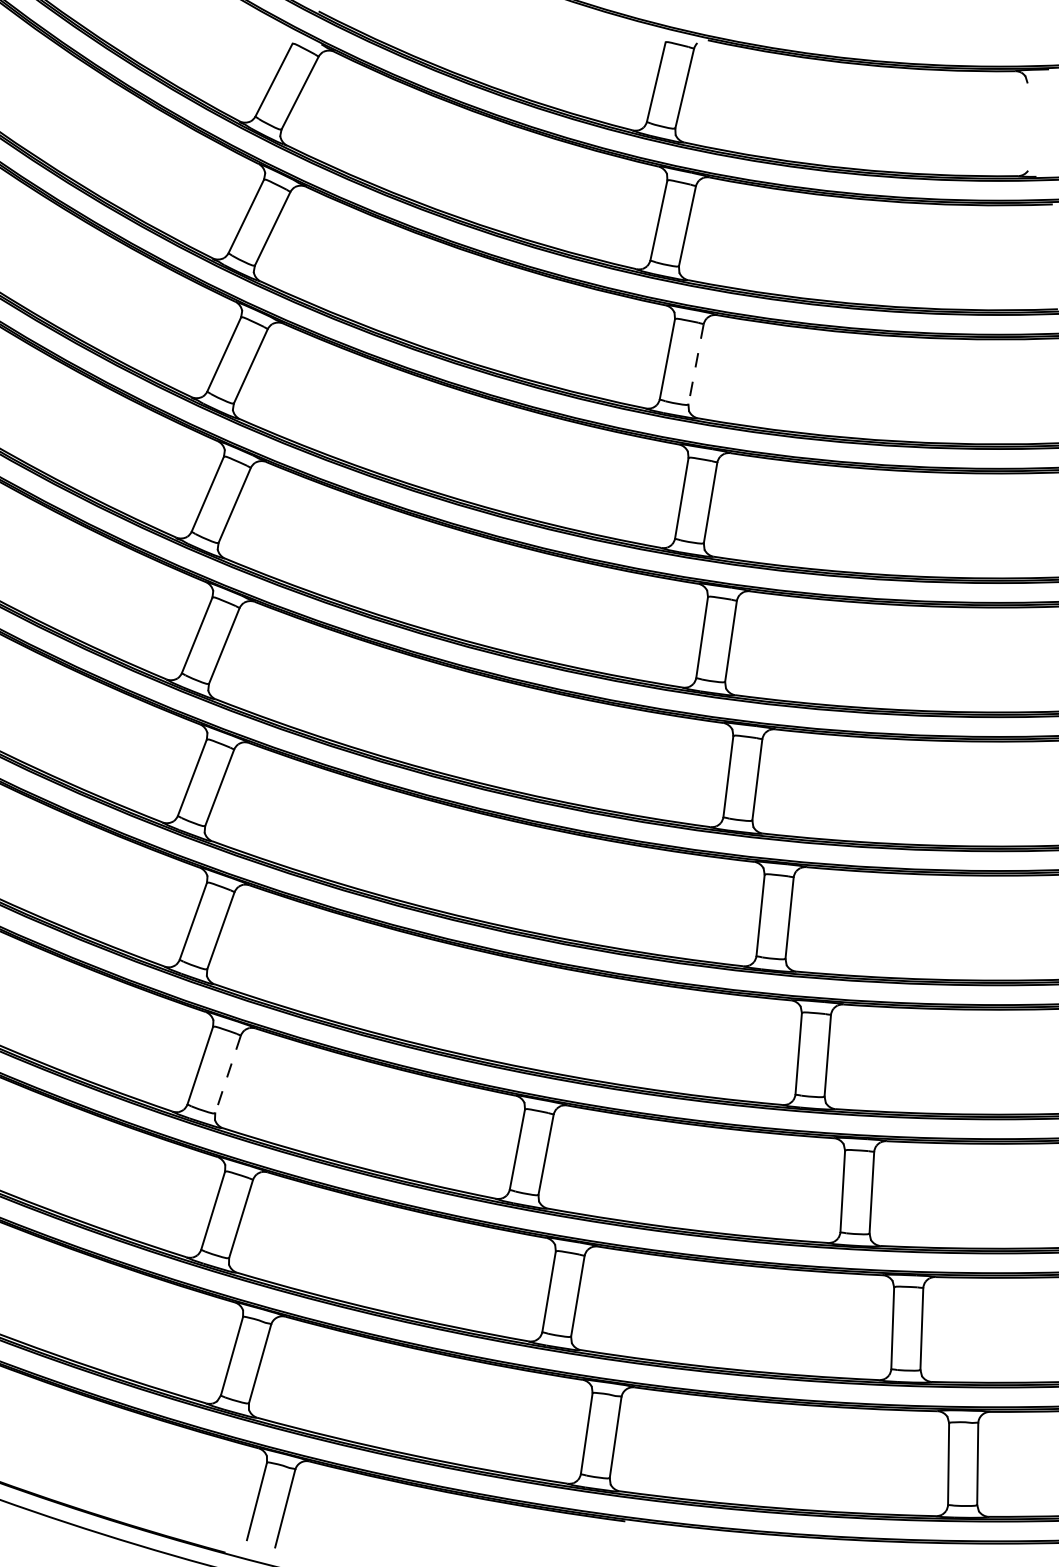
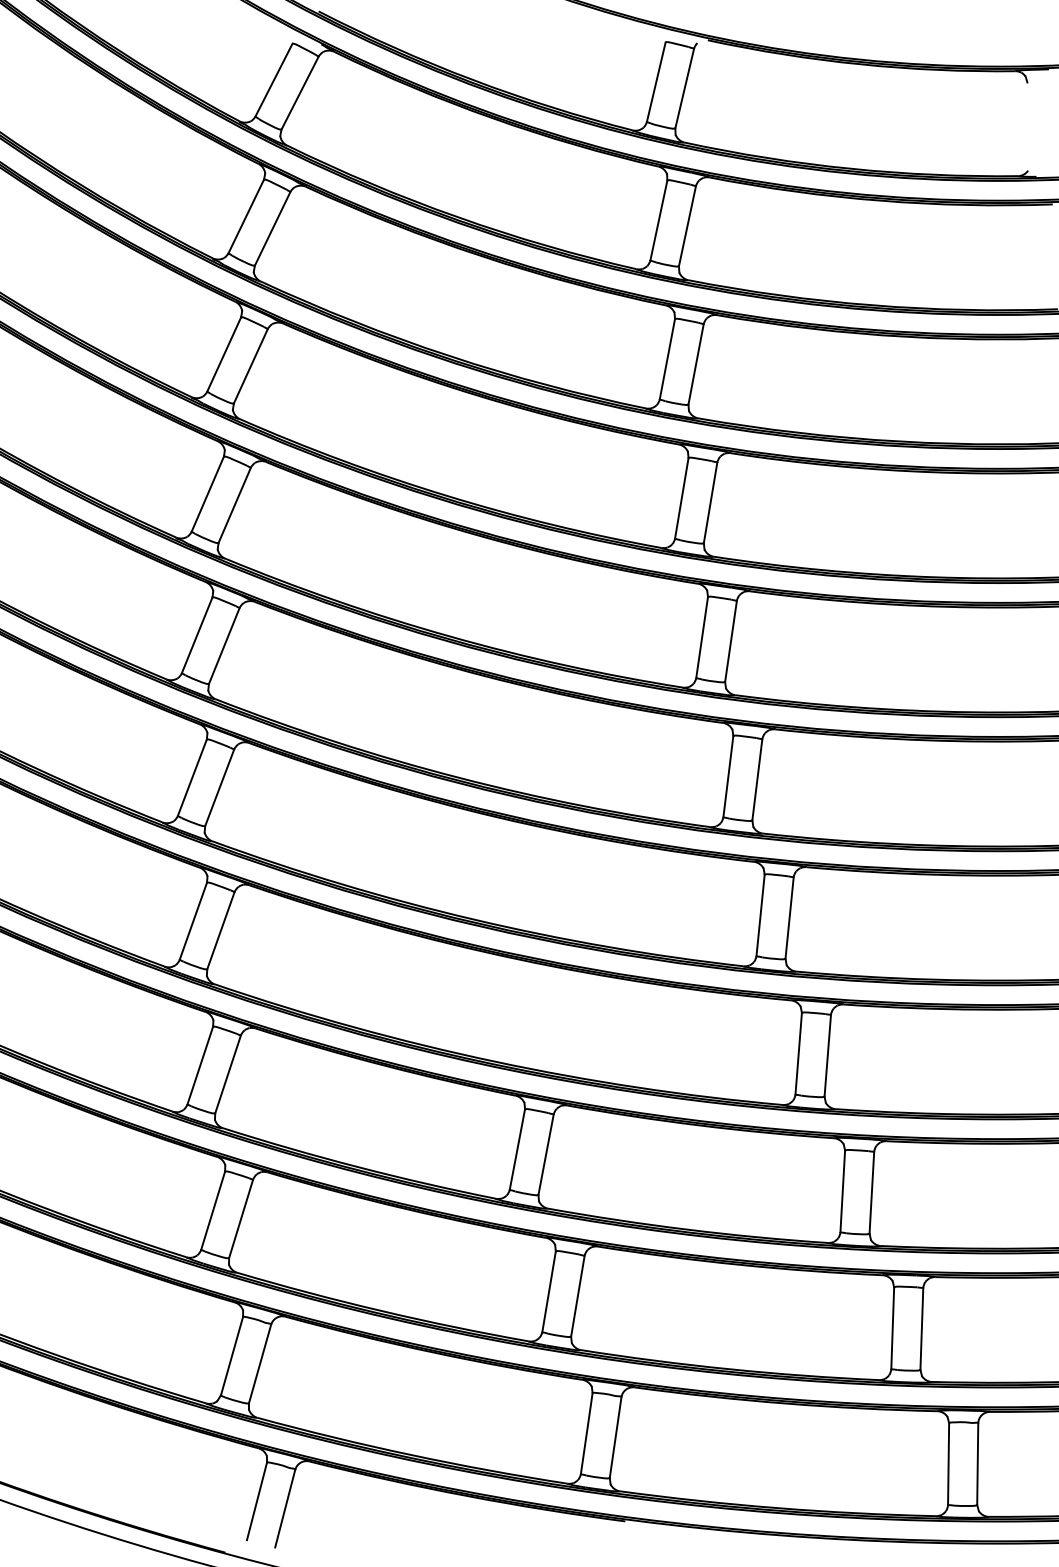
line at (696, 364): dashed -> solid
line at (228, 1074): dashed -> solid
